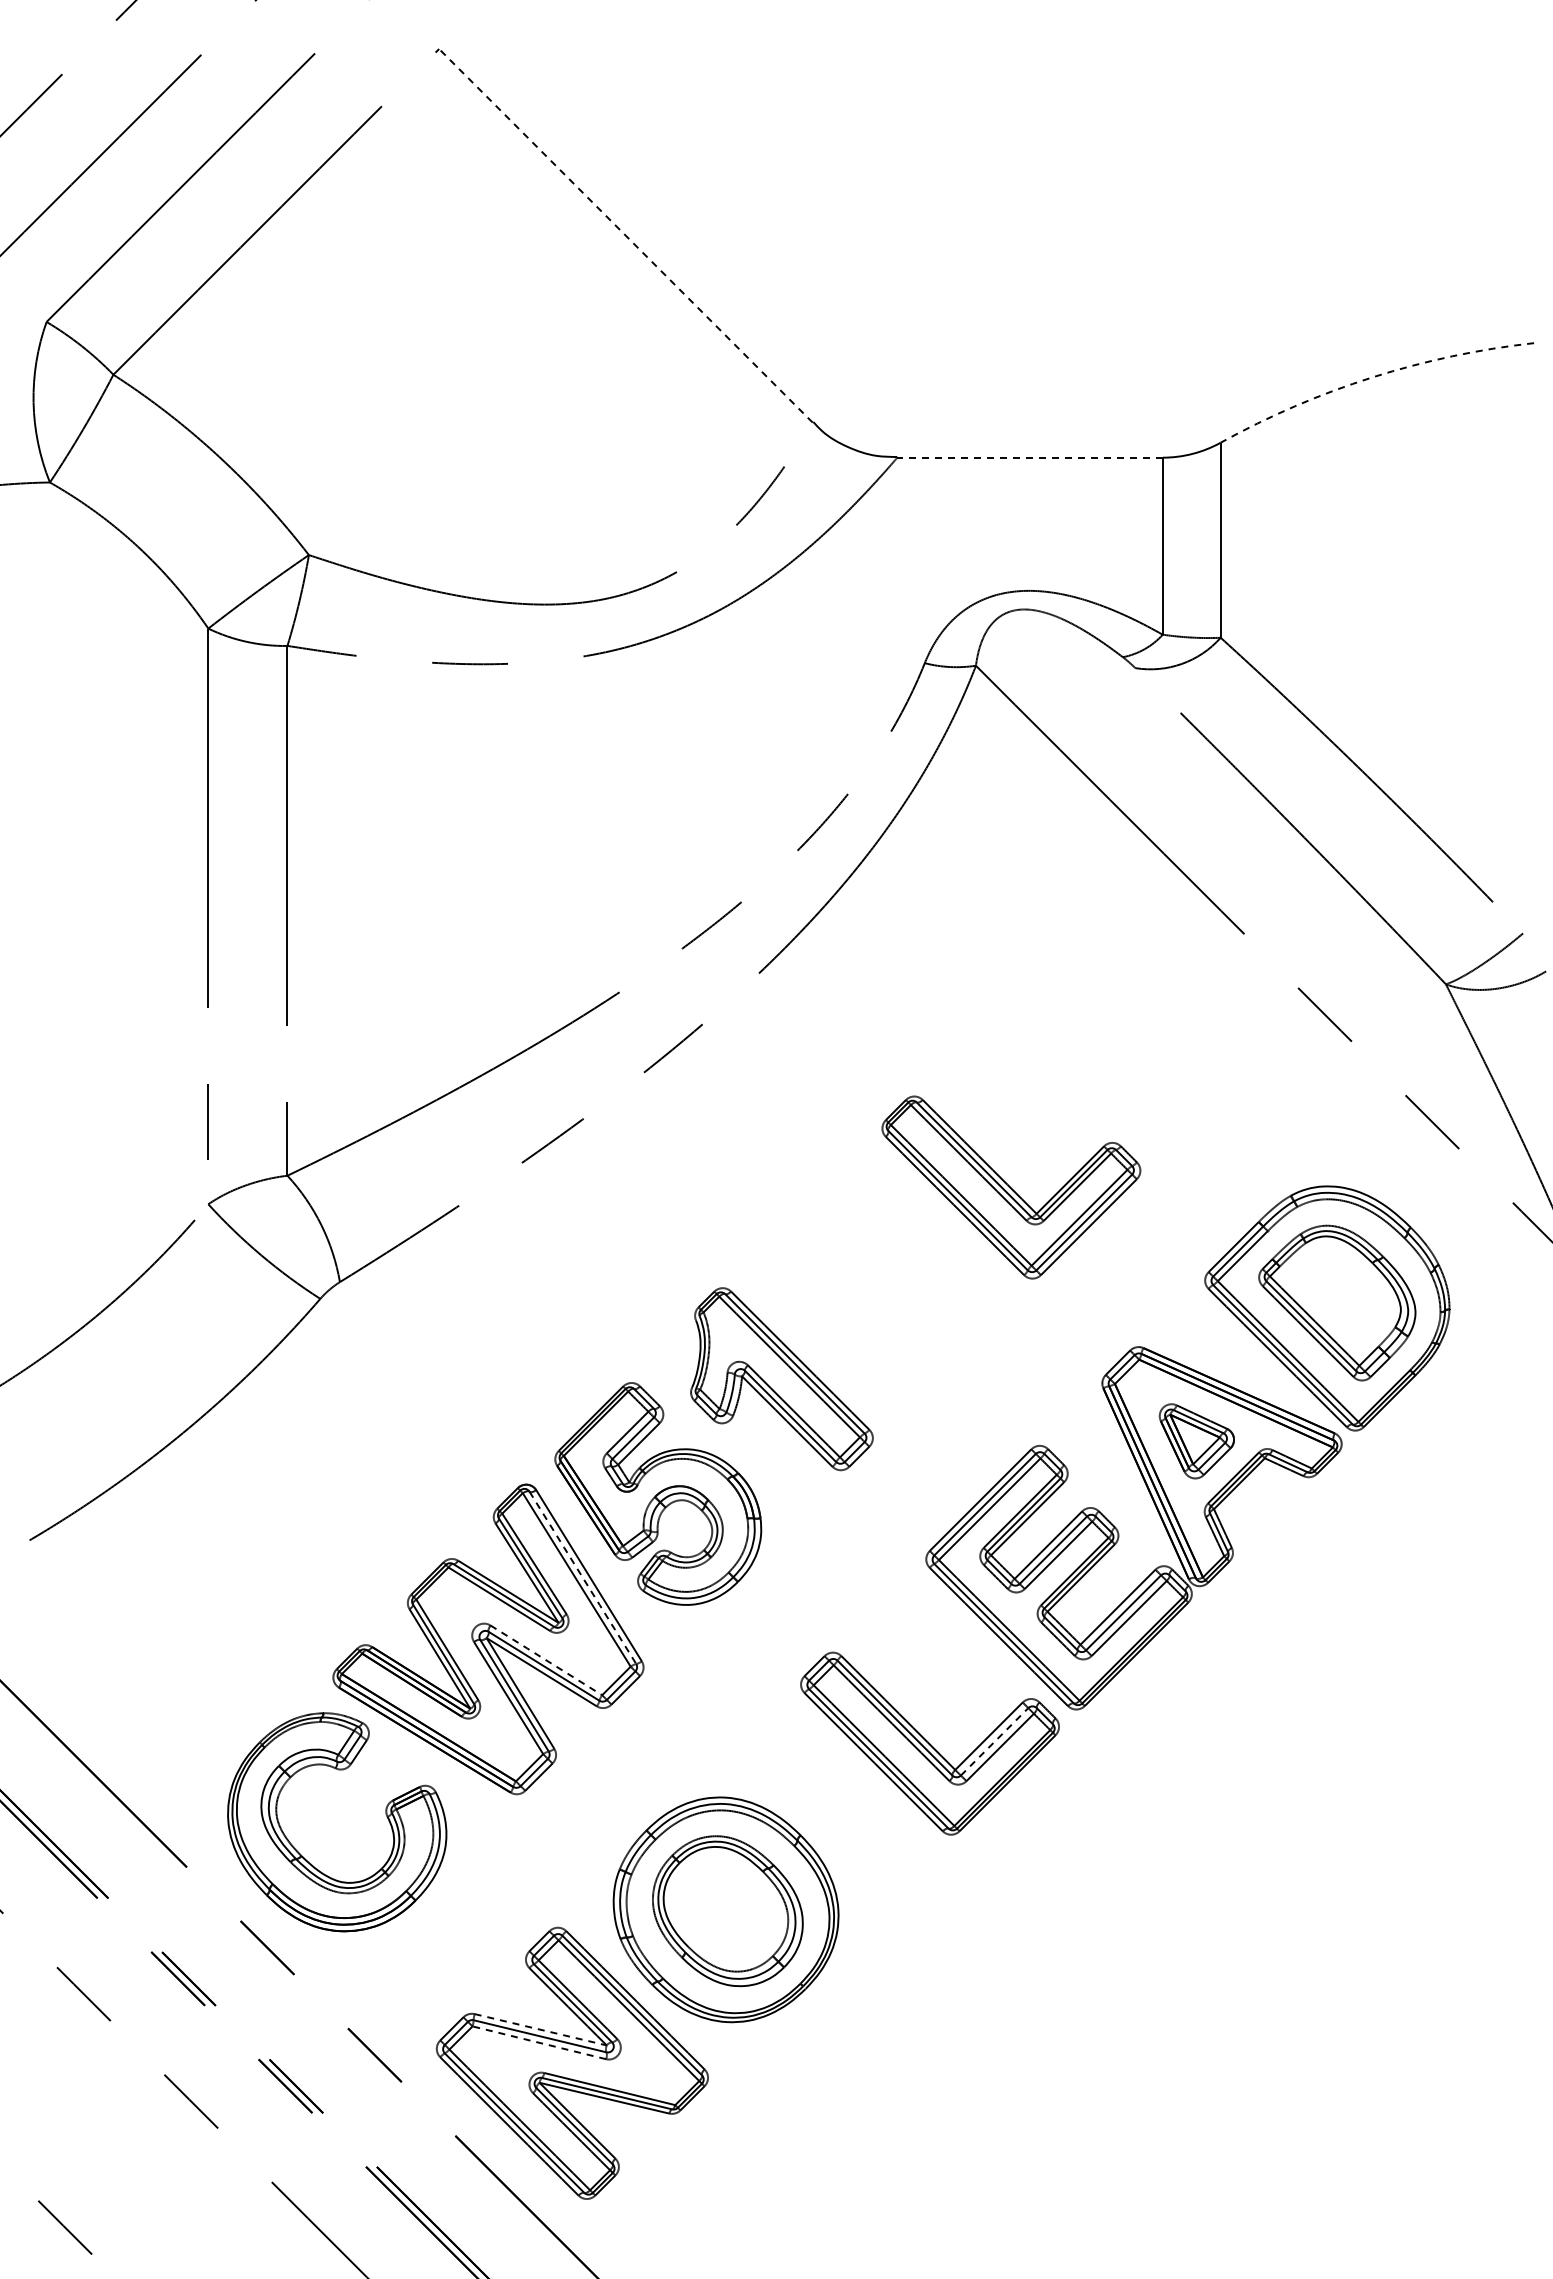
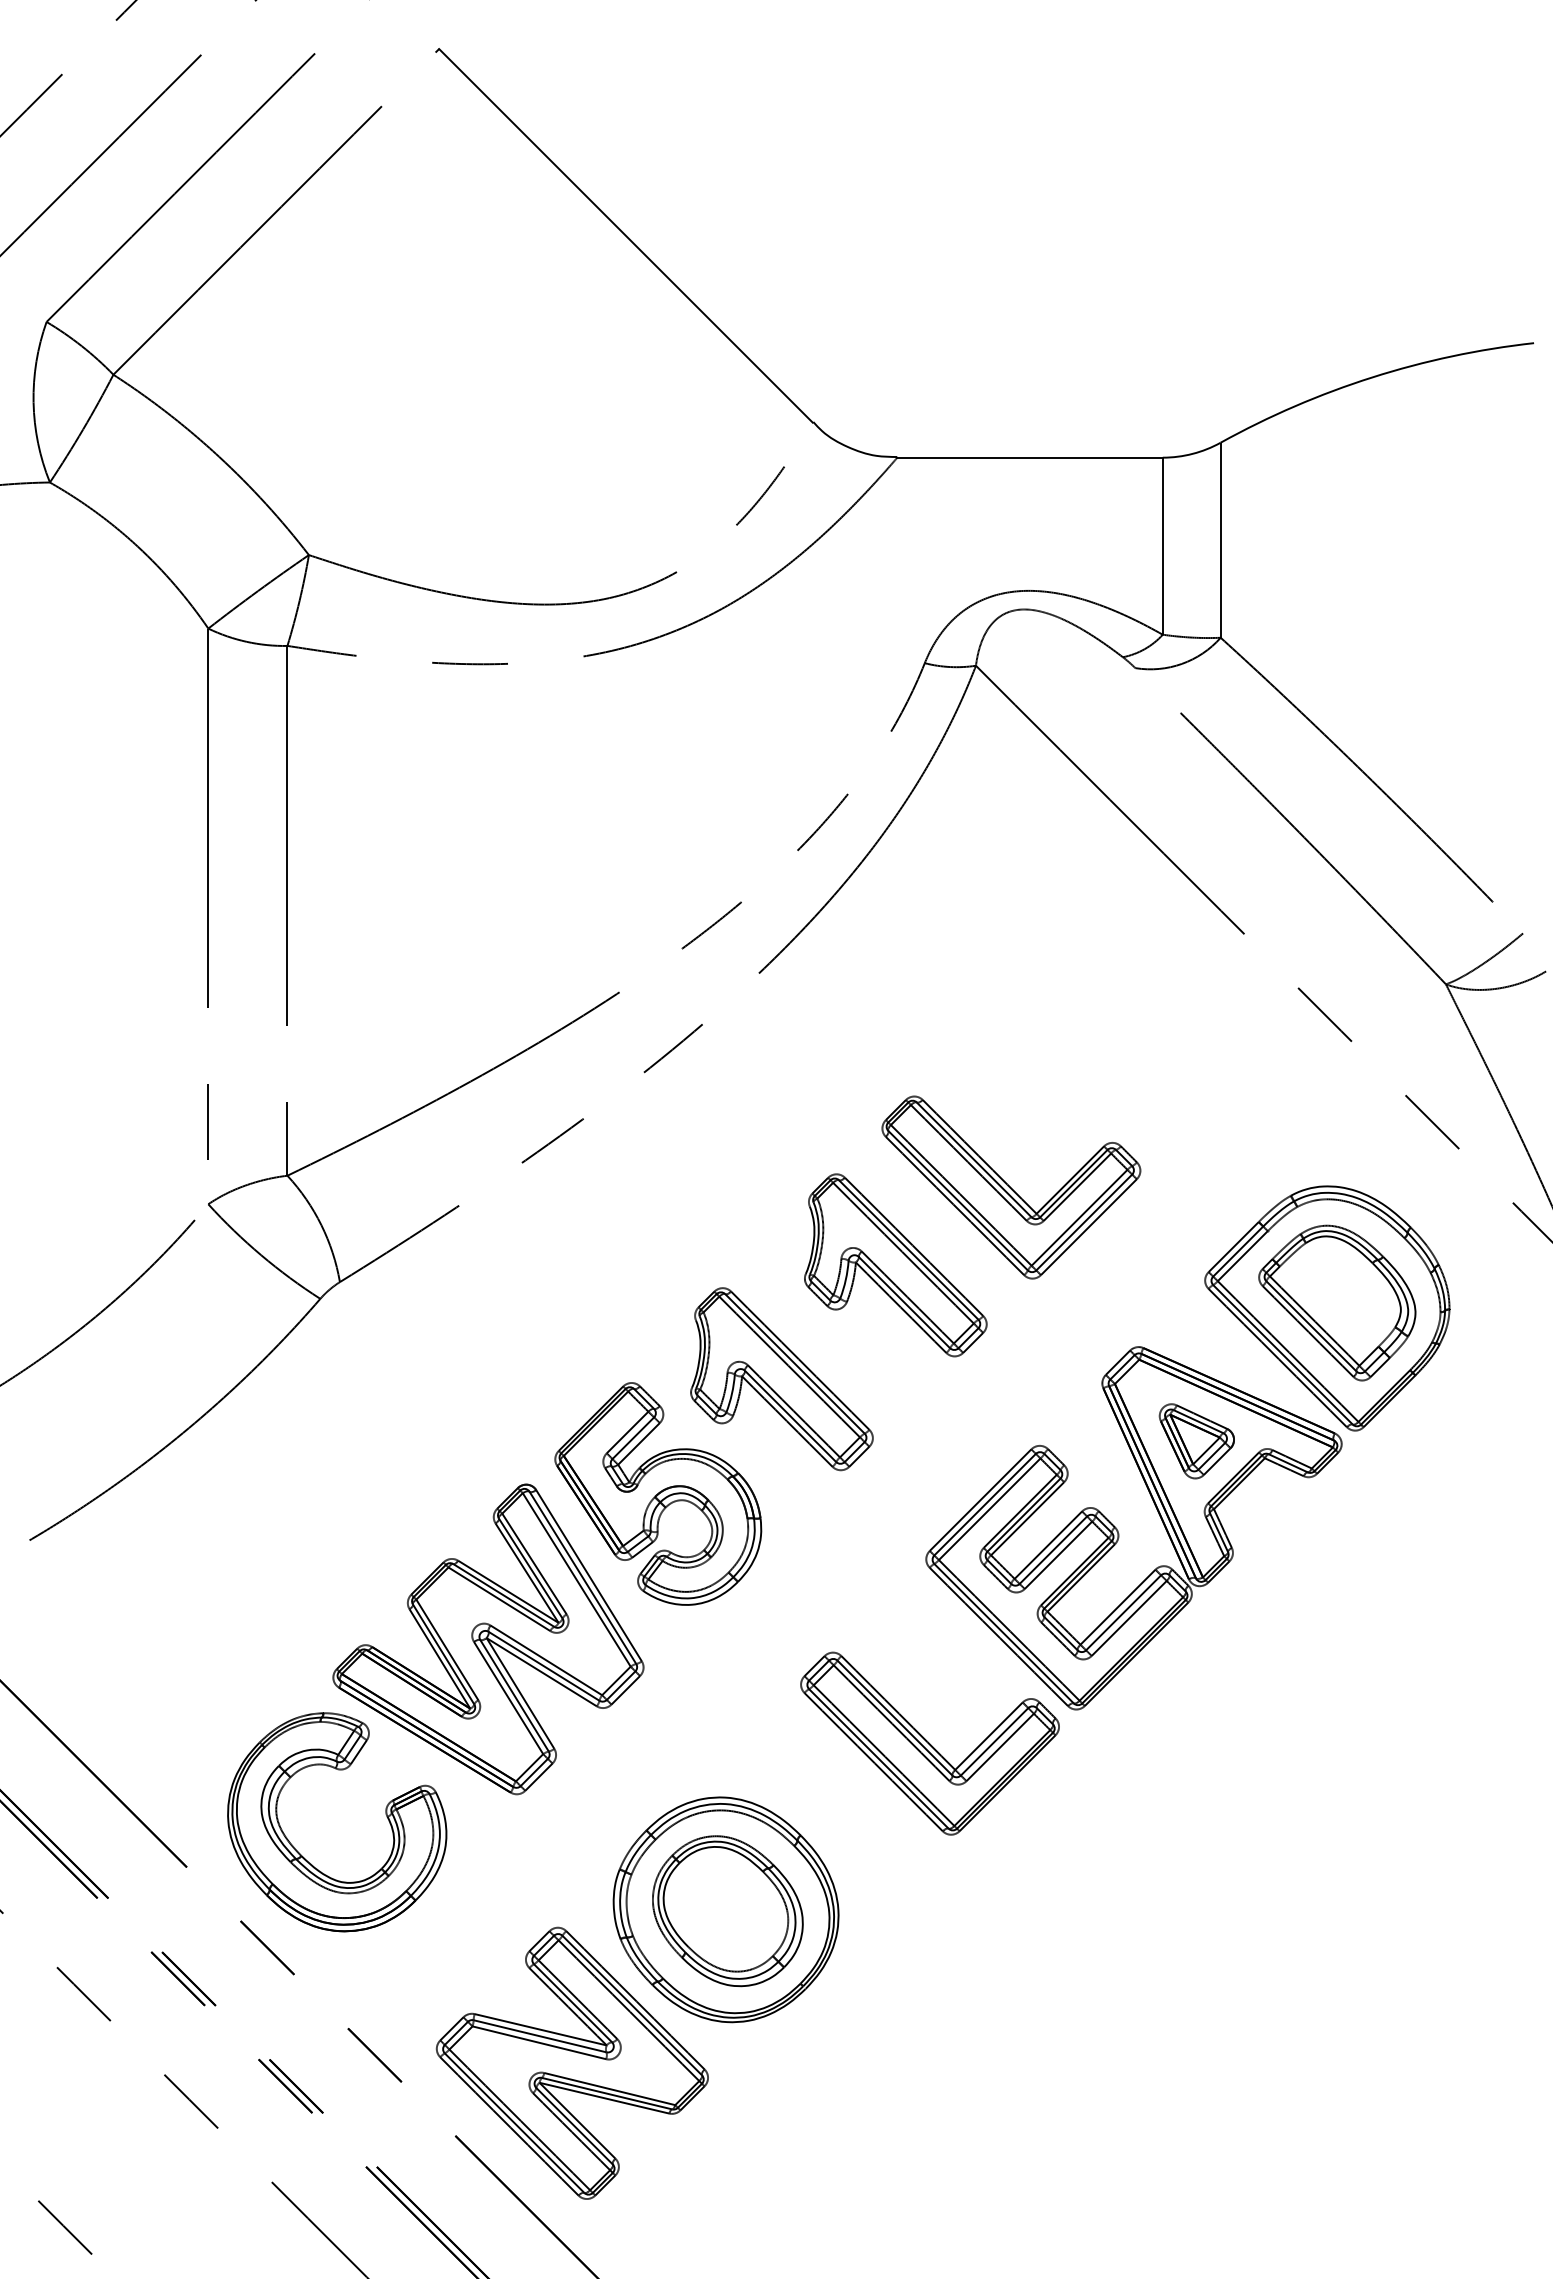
line at (625, 235): dashed -> solid
arc at (1372, 377): dashed -> solid
line at (1030, 457): dashed -> solid
part at (895, 1265): none -> present
line at (583, 1578): dashed -> solid
line at (546, 1660): dashed -> solid
line at (994, 1741): dashed -> solid
line at (541, 2029): dashed -> solid
line at (538, 2042): dashed -> solid
